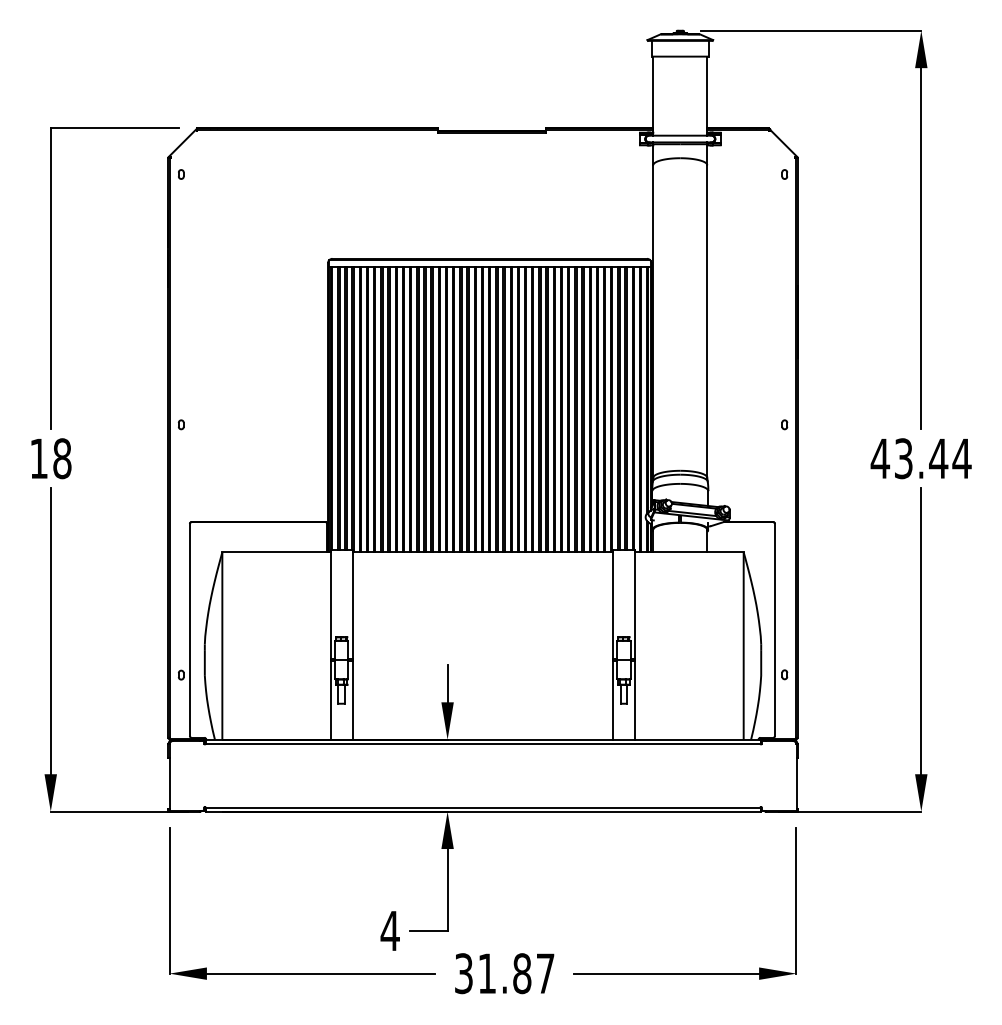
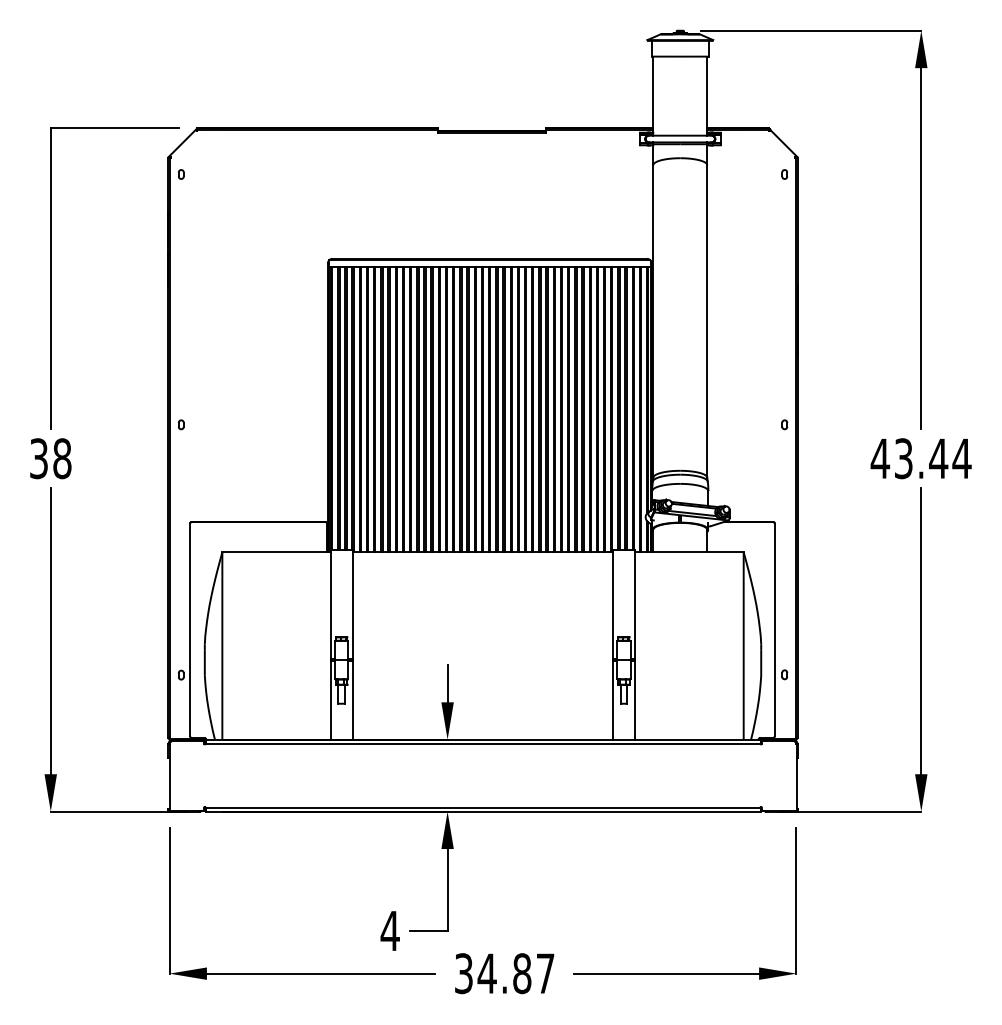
text at (38, 458): 18 -> 38
text at (486, 973): 31.87 -> 34.87
